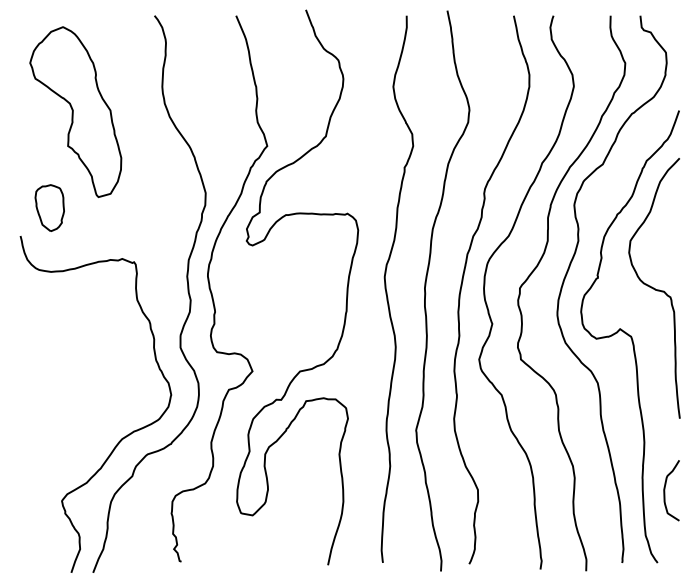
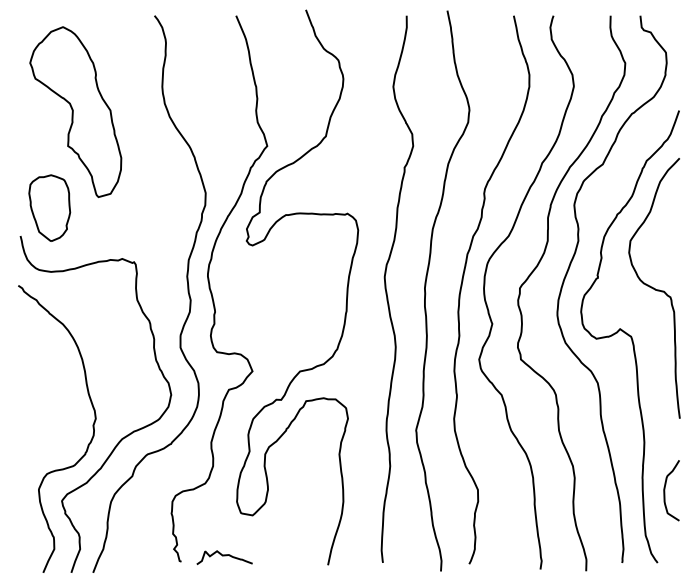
part at (49, 207) size: 31x48 px -> 44x68 px
curve at (88, 443): none -> present
curve at (224, 556): none -> present
